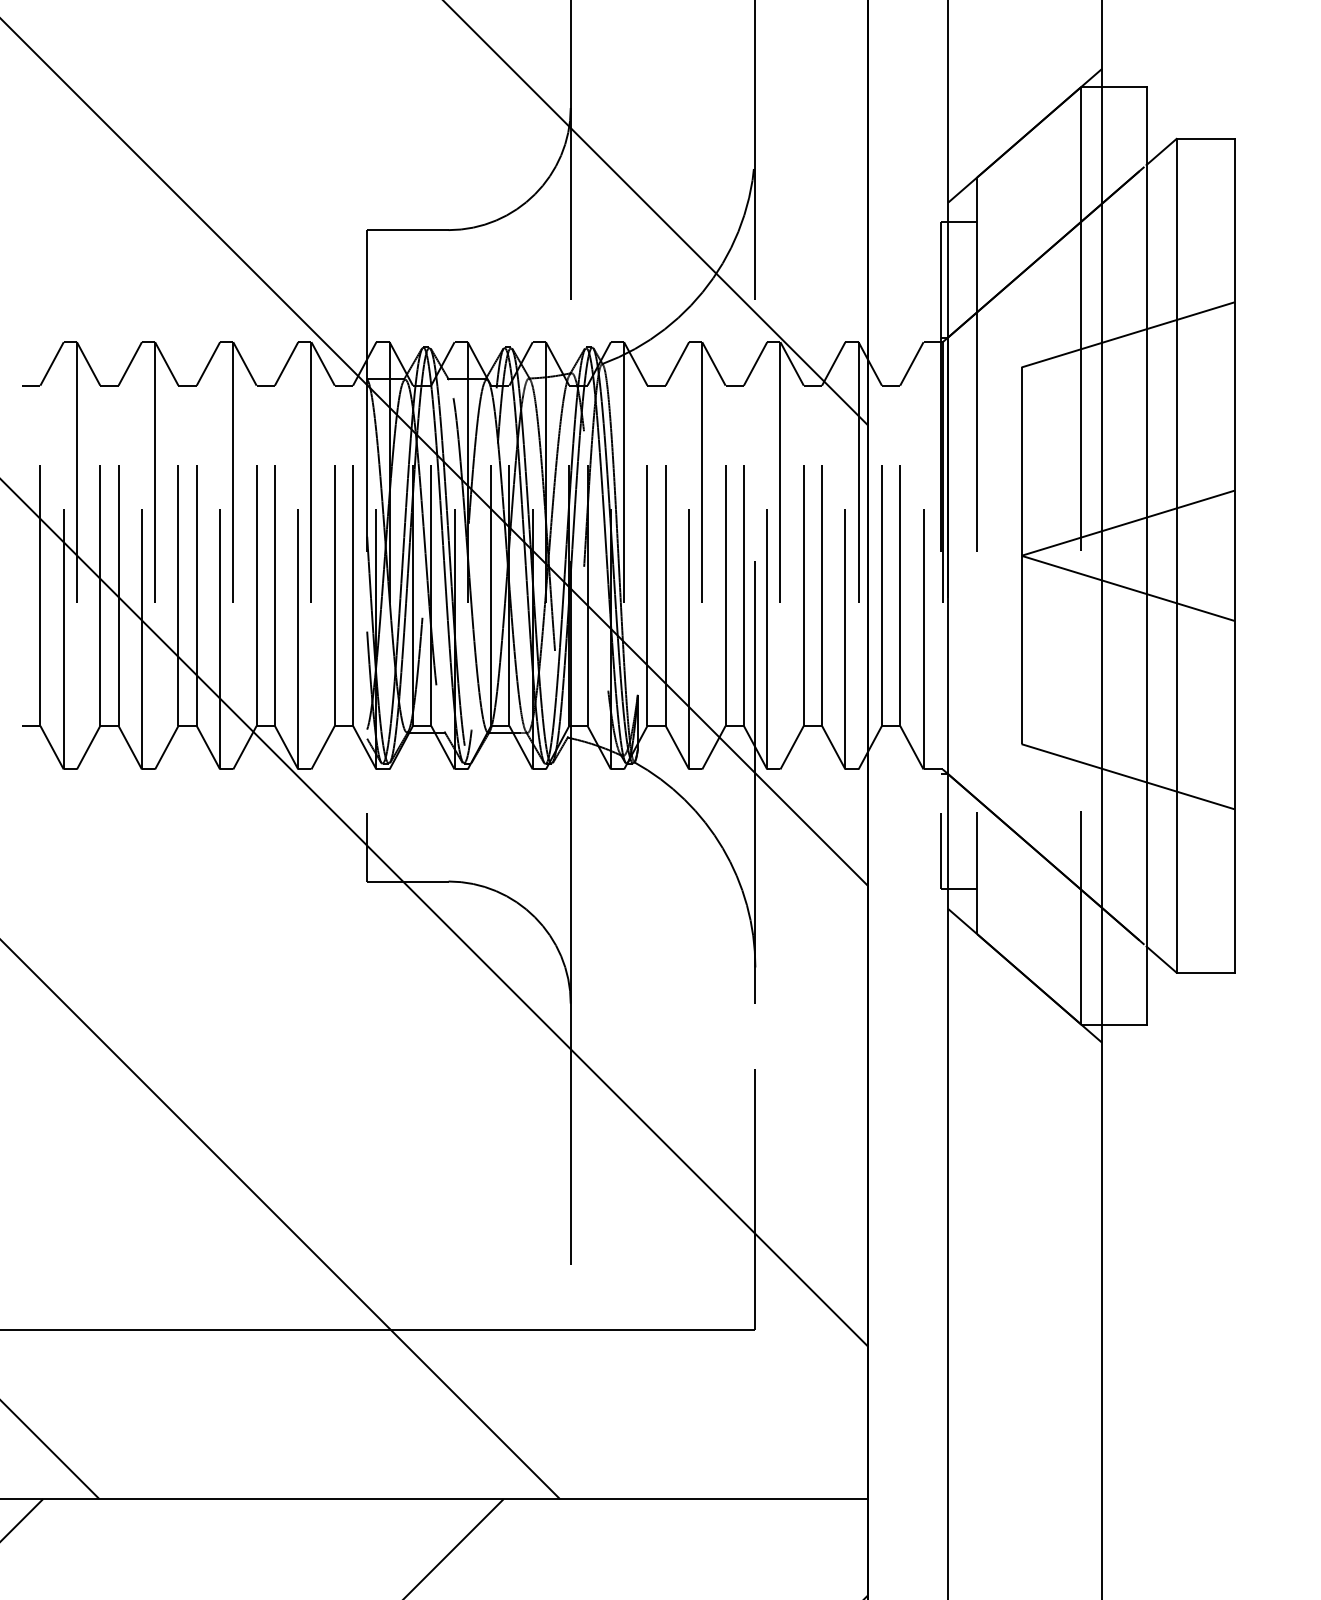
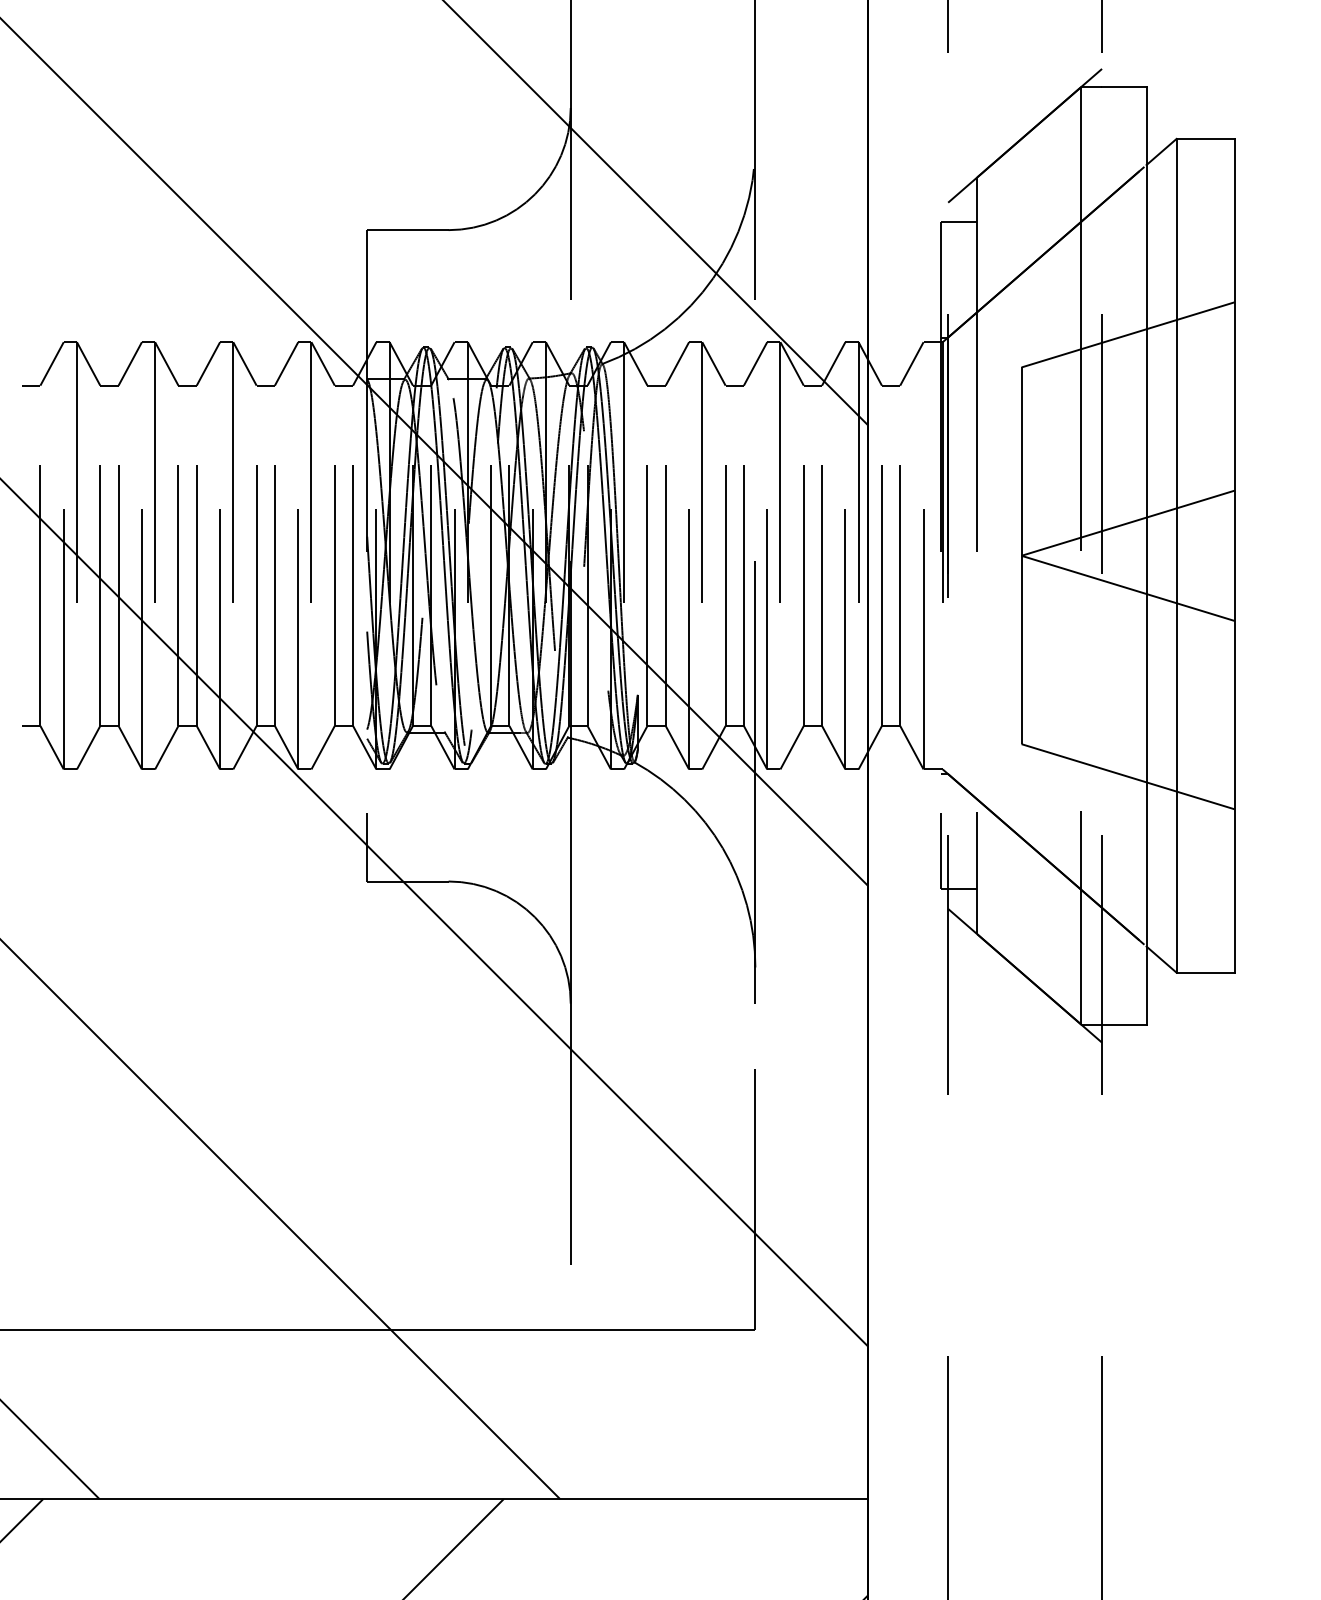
line at (948, 799): solid -> dashed
line at (1102, 799): solid -> dashed
